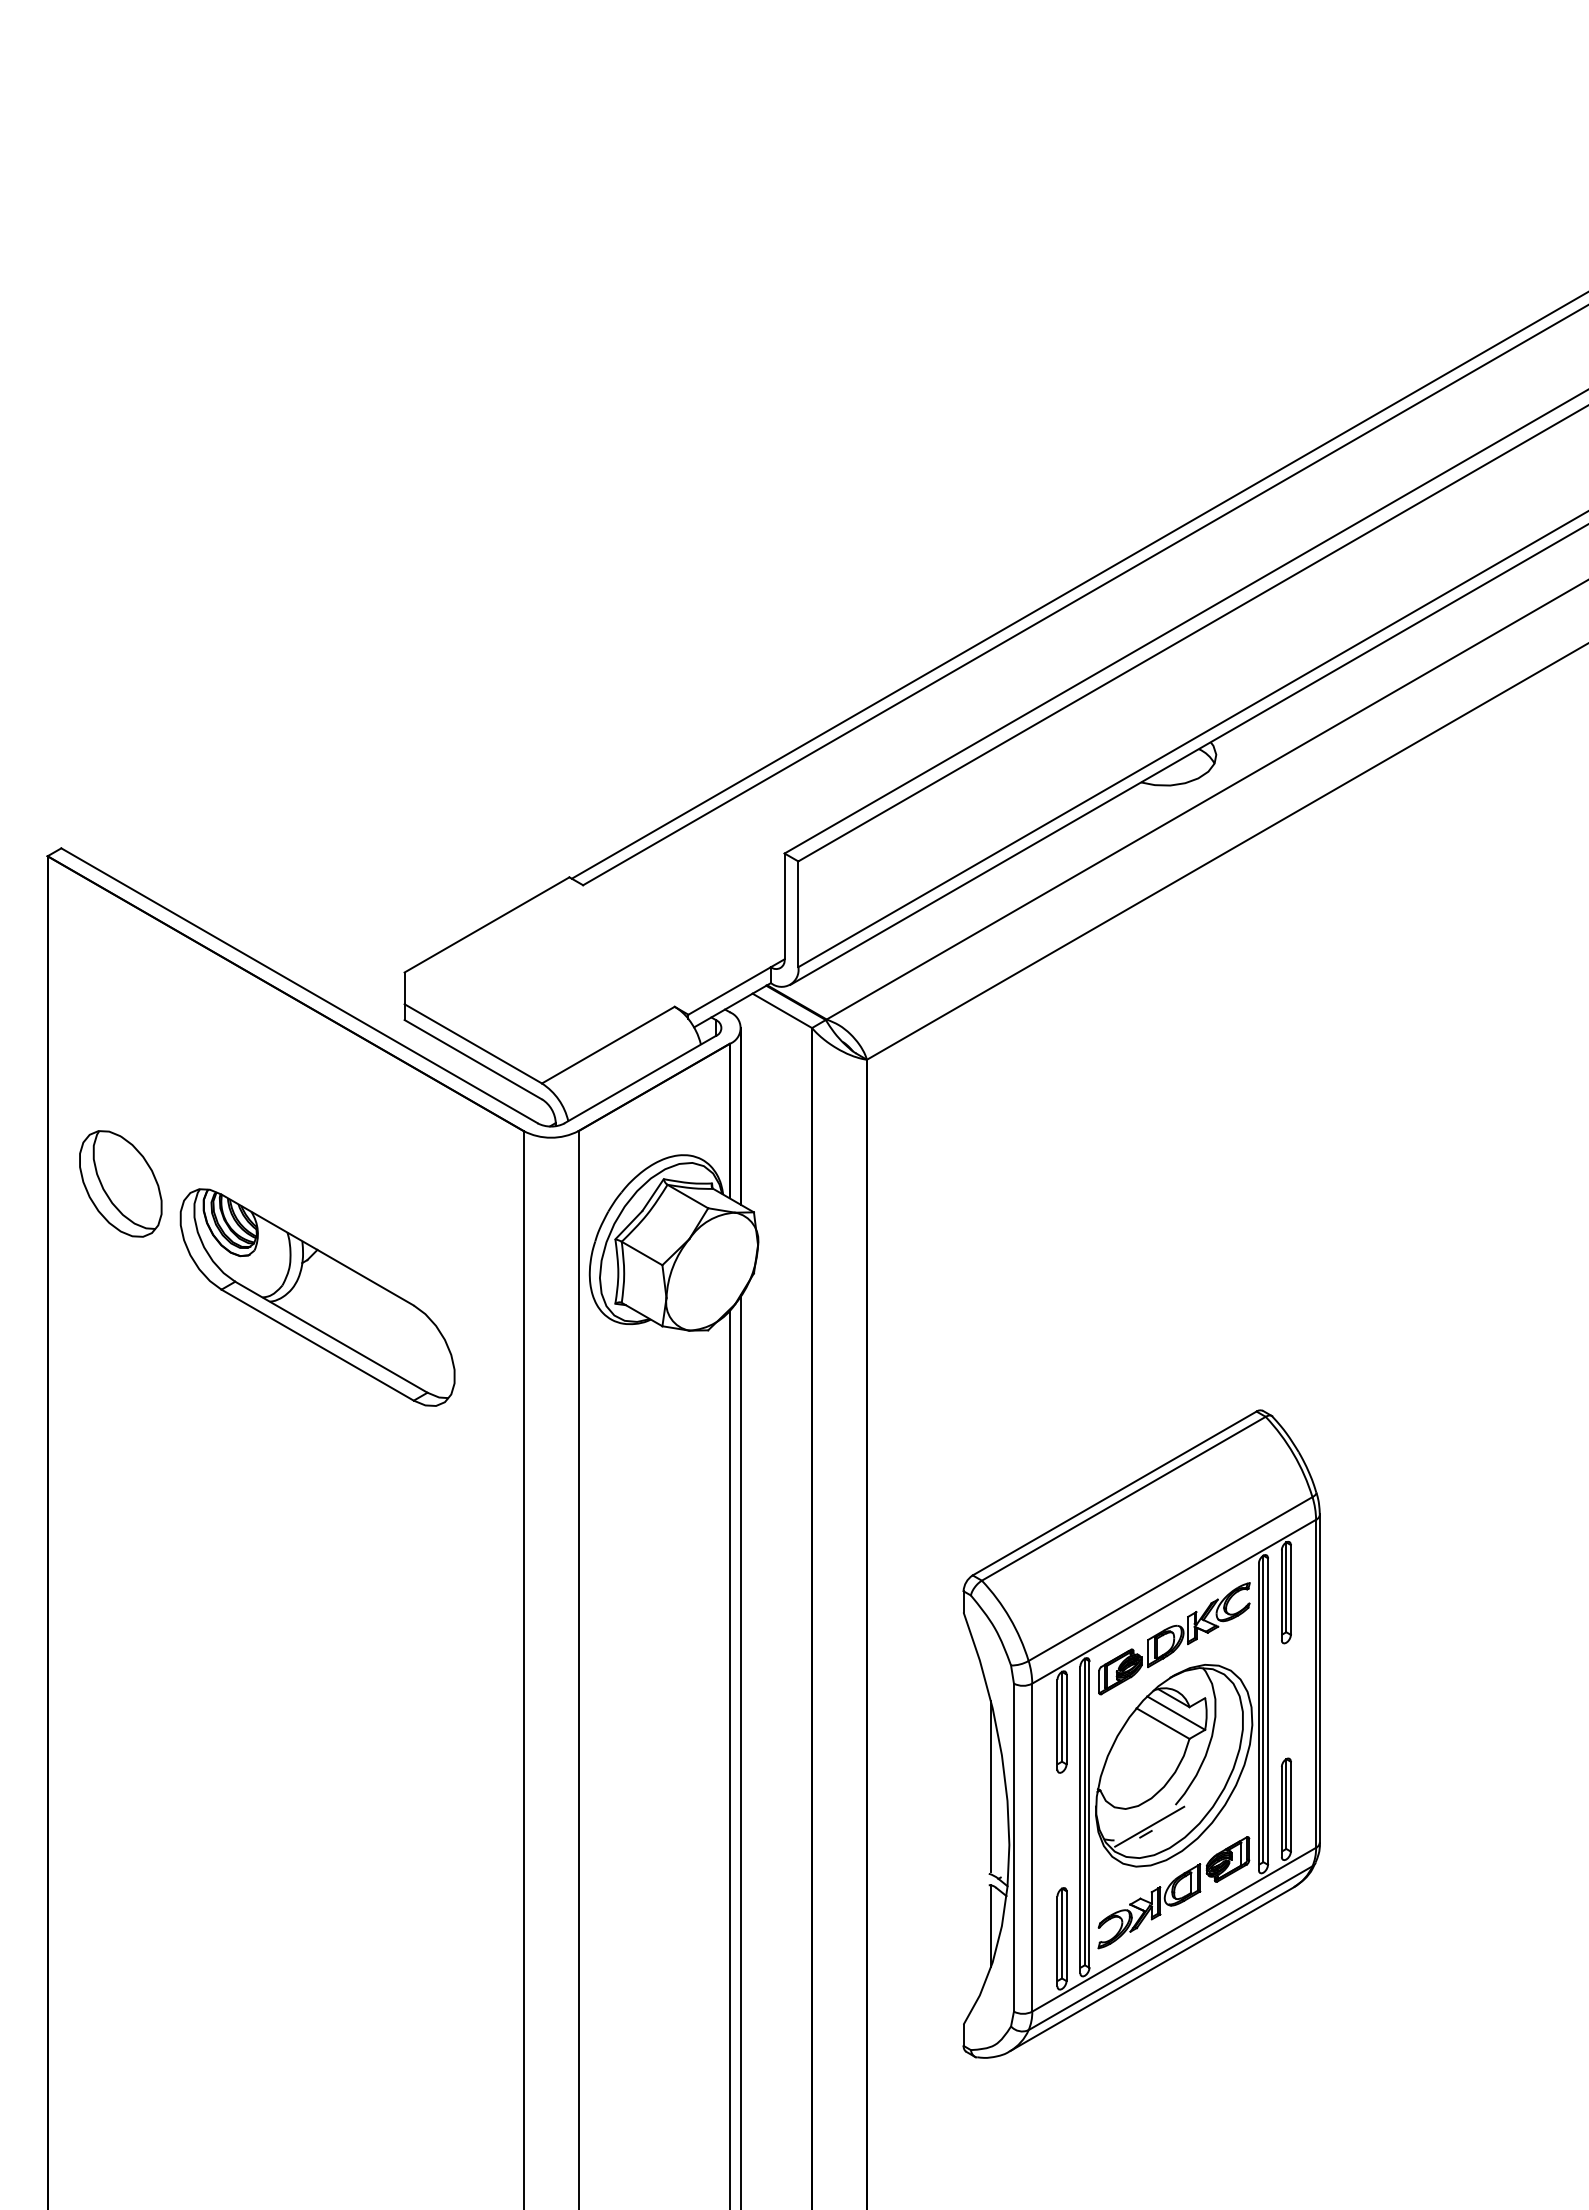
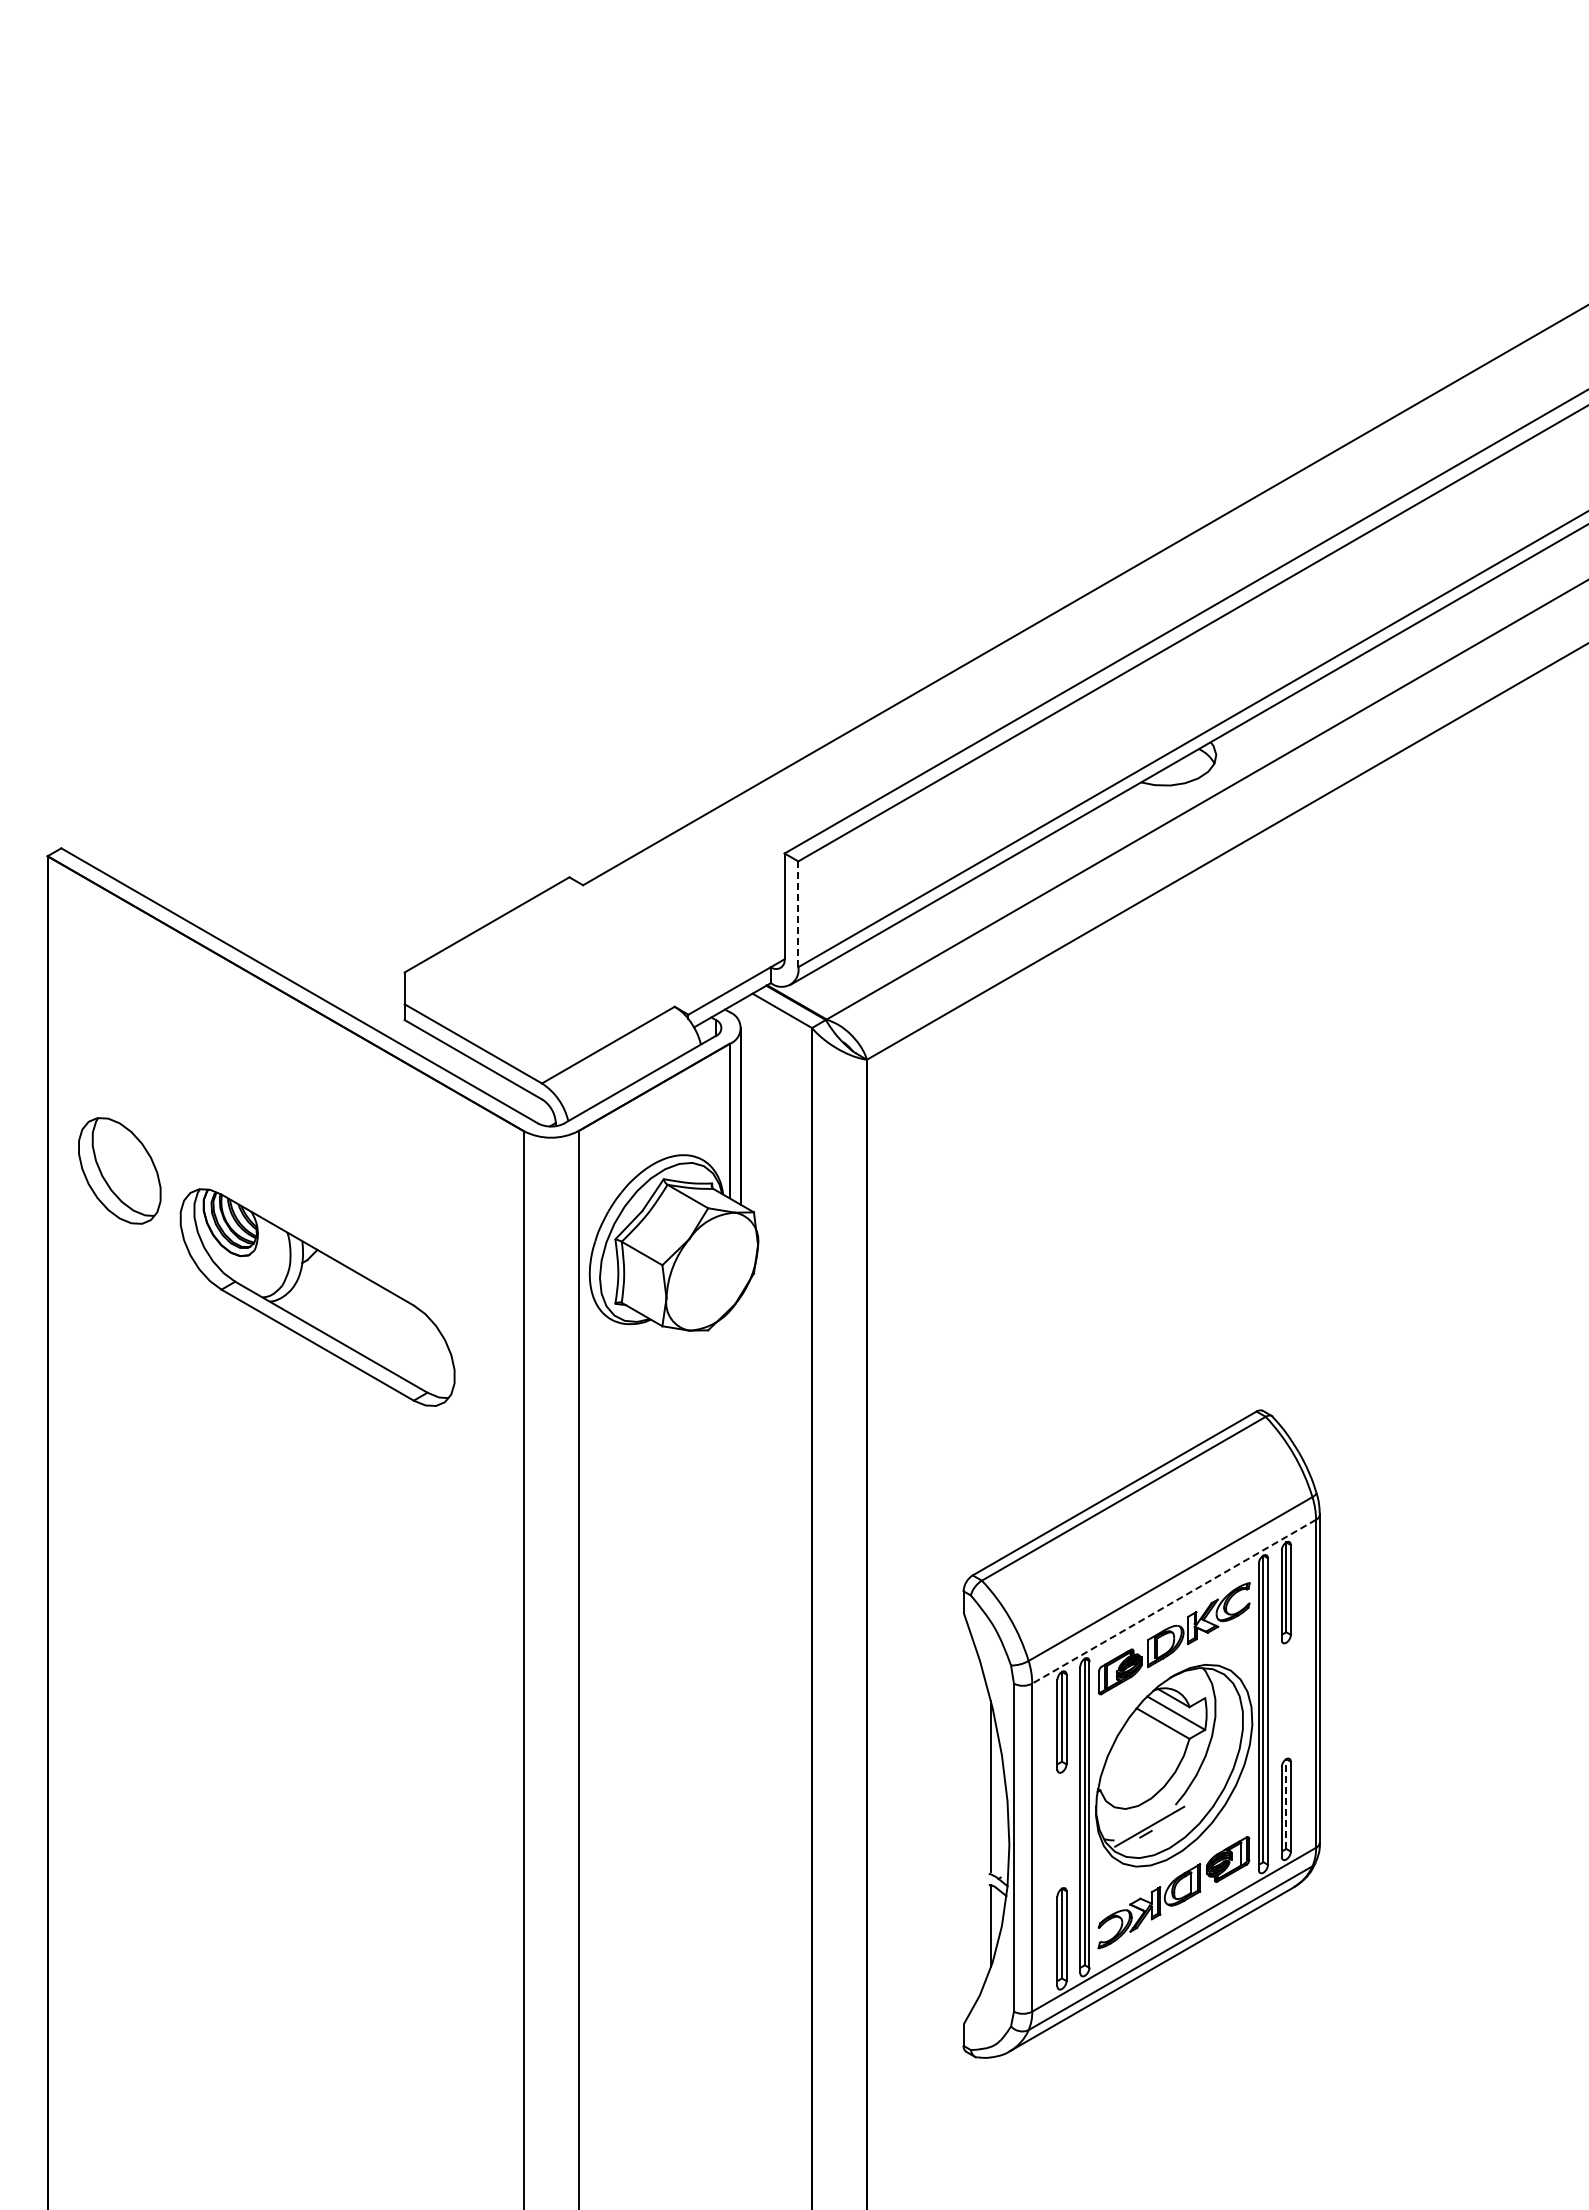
line at (1078, 585): present -> none
line at (798, 914): solid -> dashed
part at (120, 1183) position: (120, 1183) -> (119, 1170)
line at (1174, 1601): solid -> dashed
line at (741, 1750): present -> none
line at (729, 1757): present -> none
line at (1286, 1804): solid -> dashed
